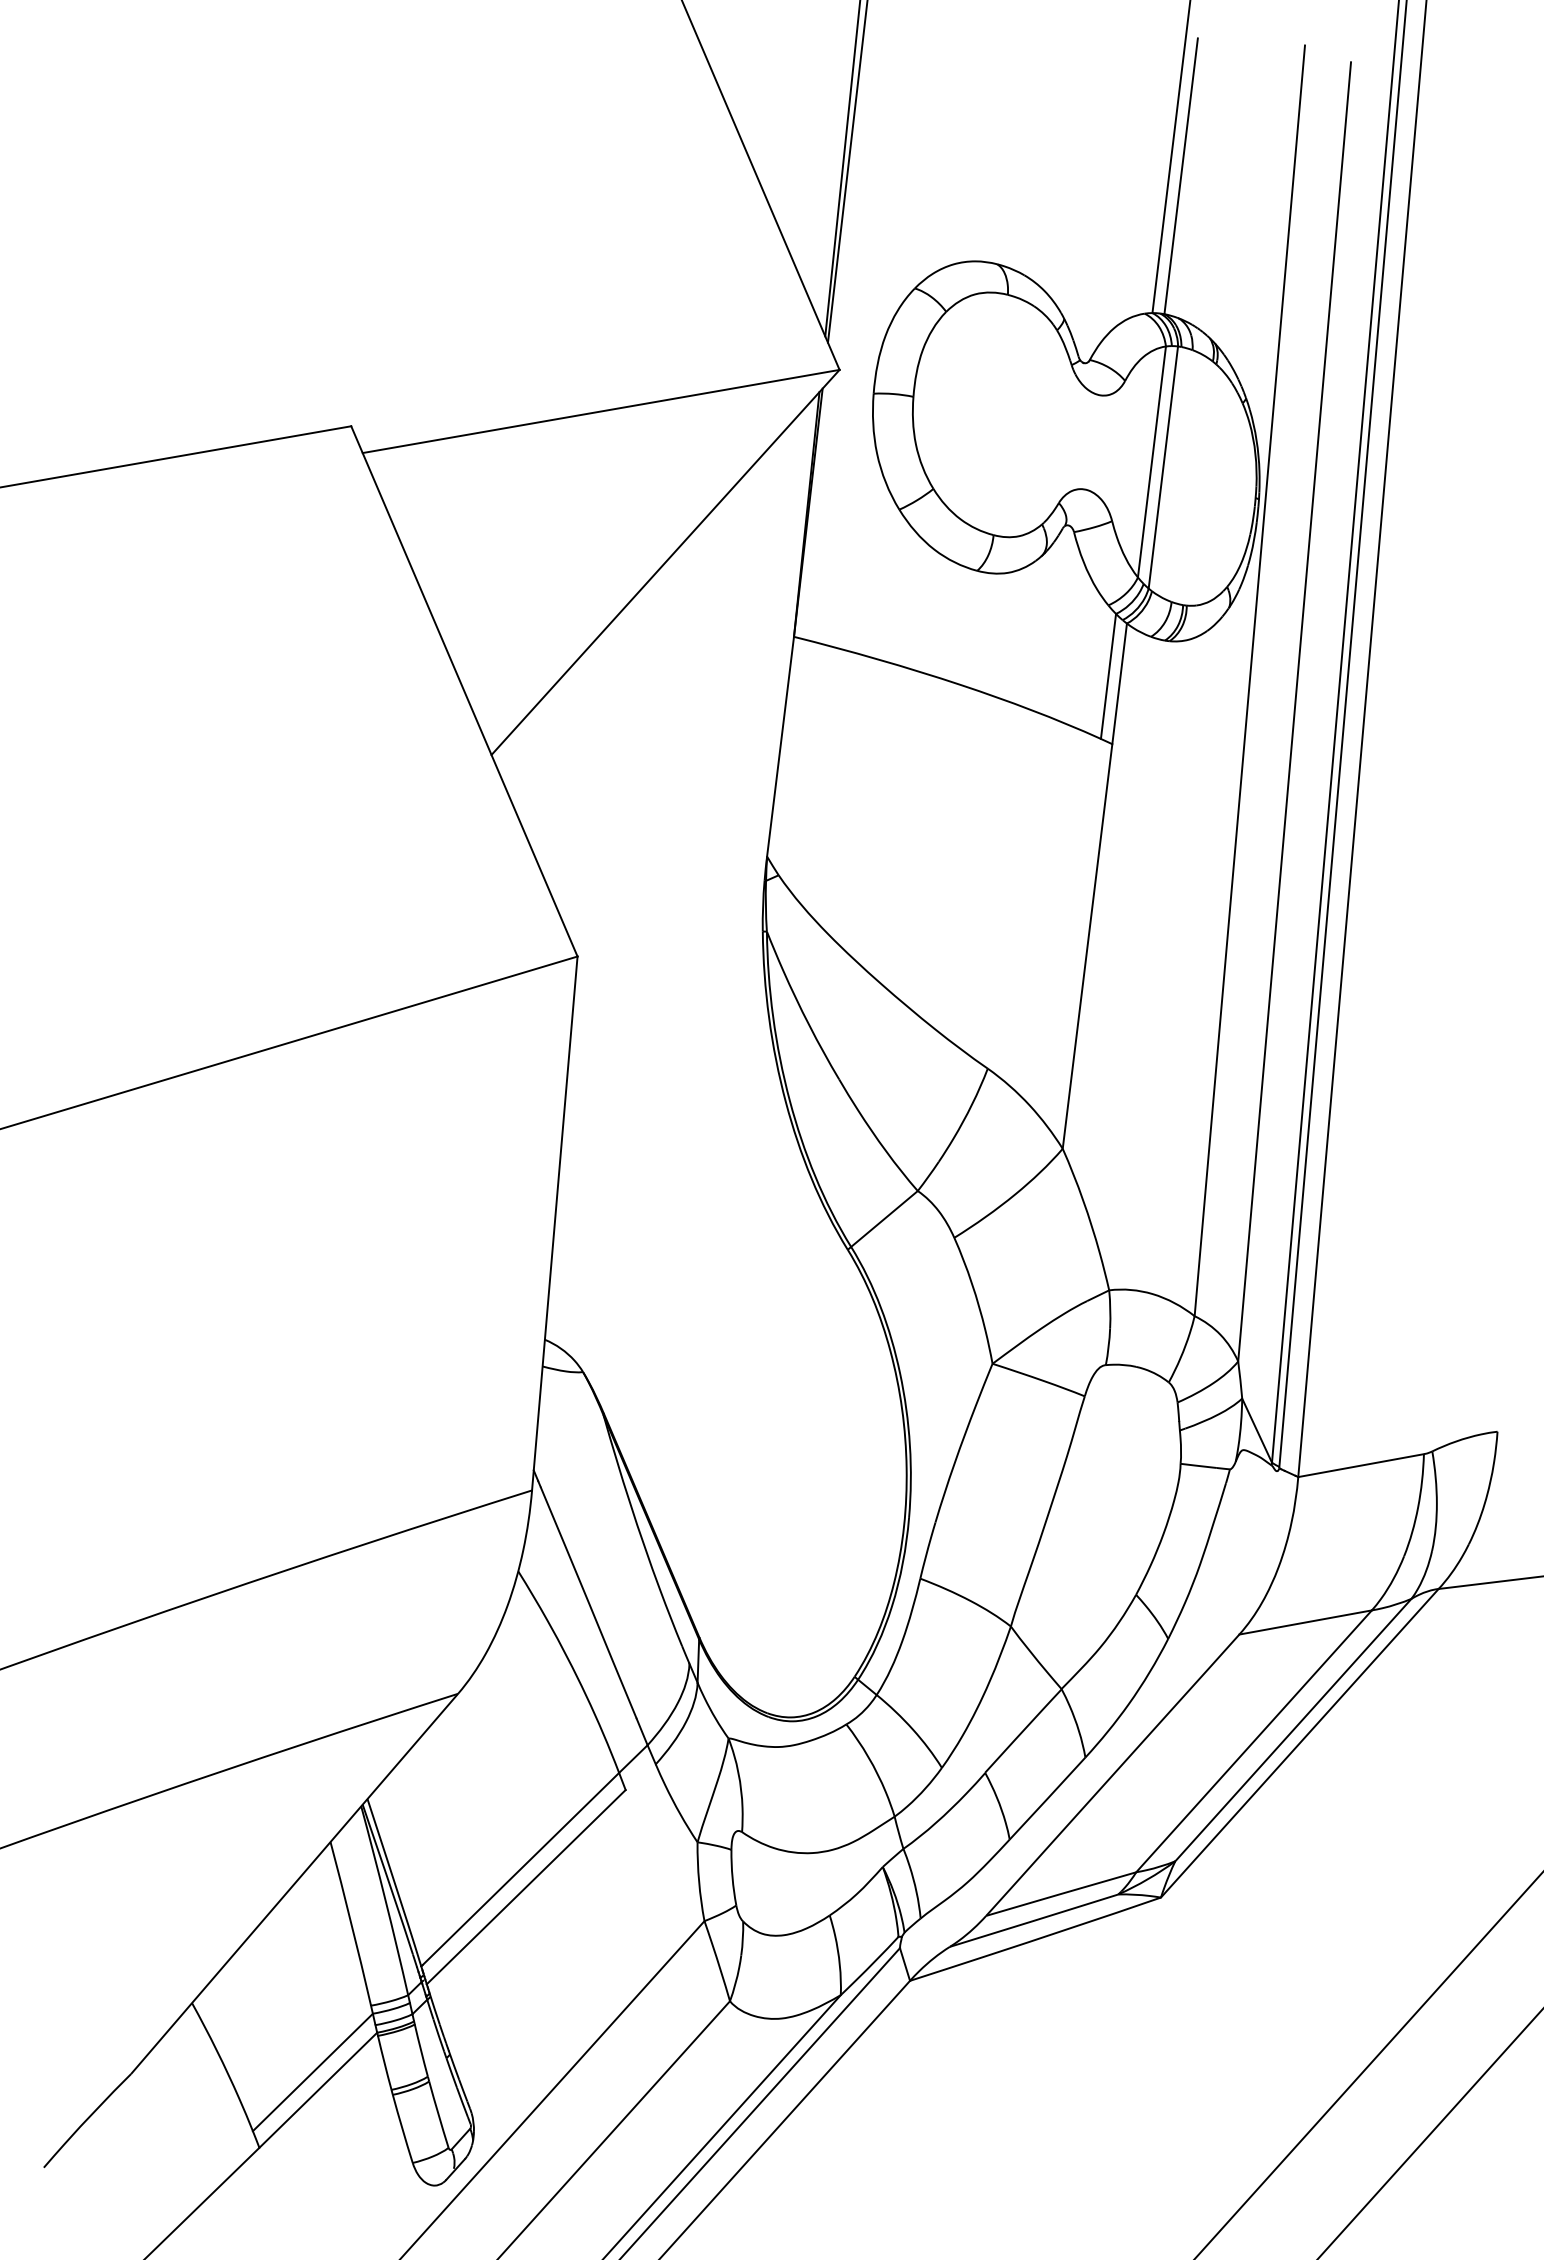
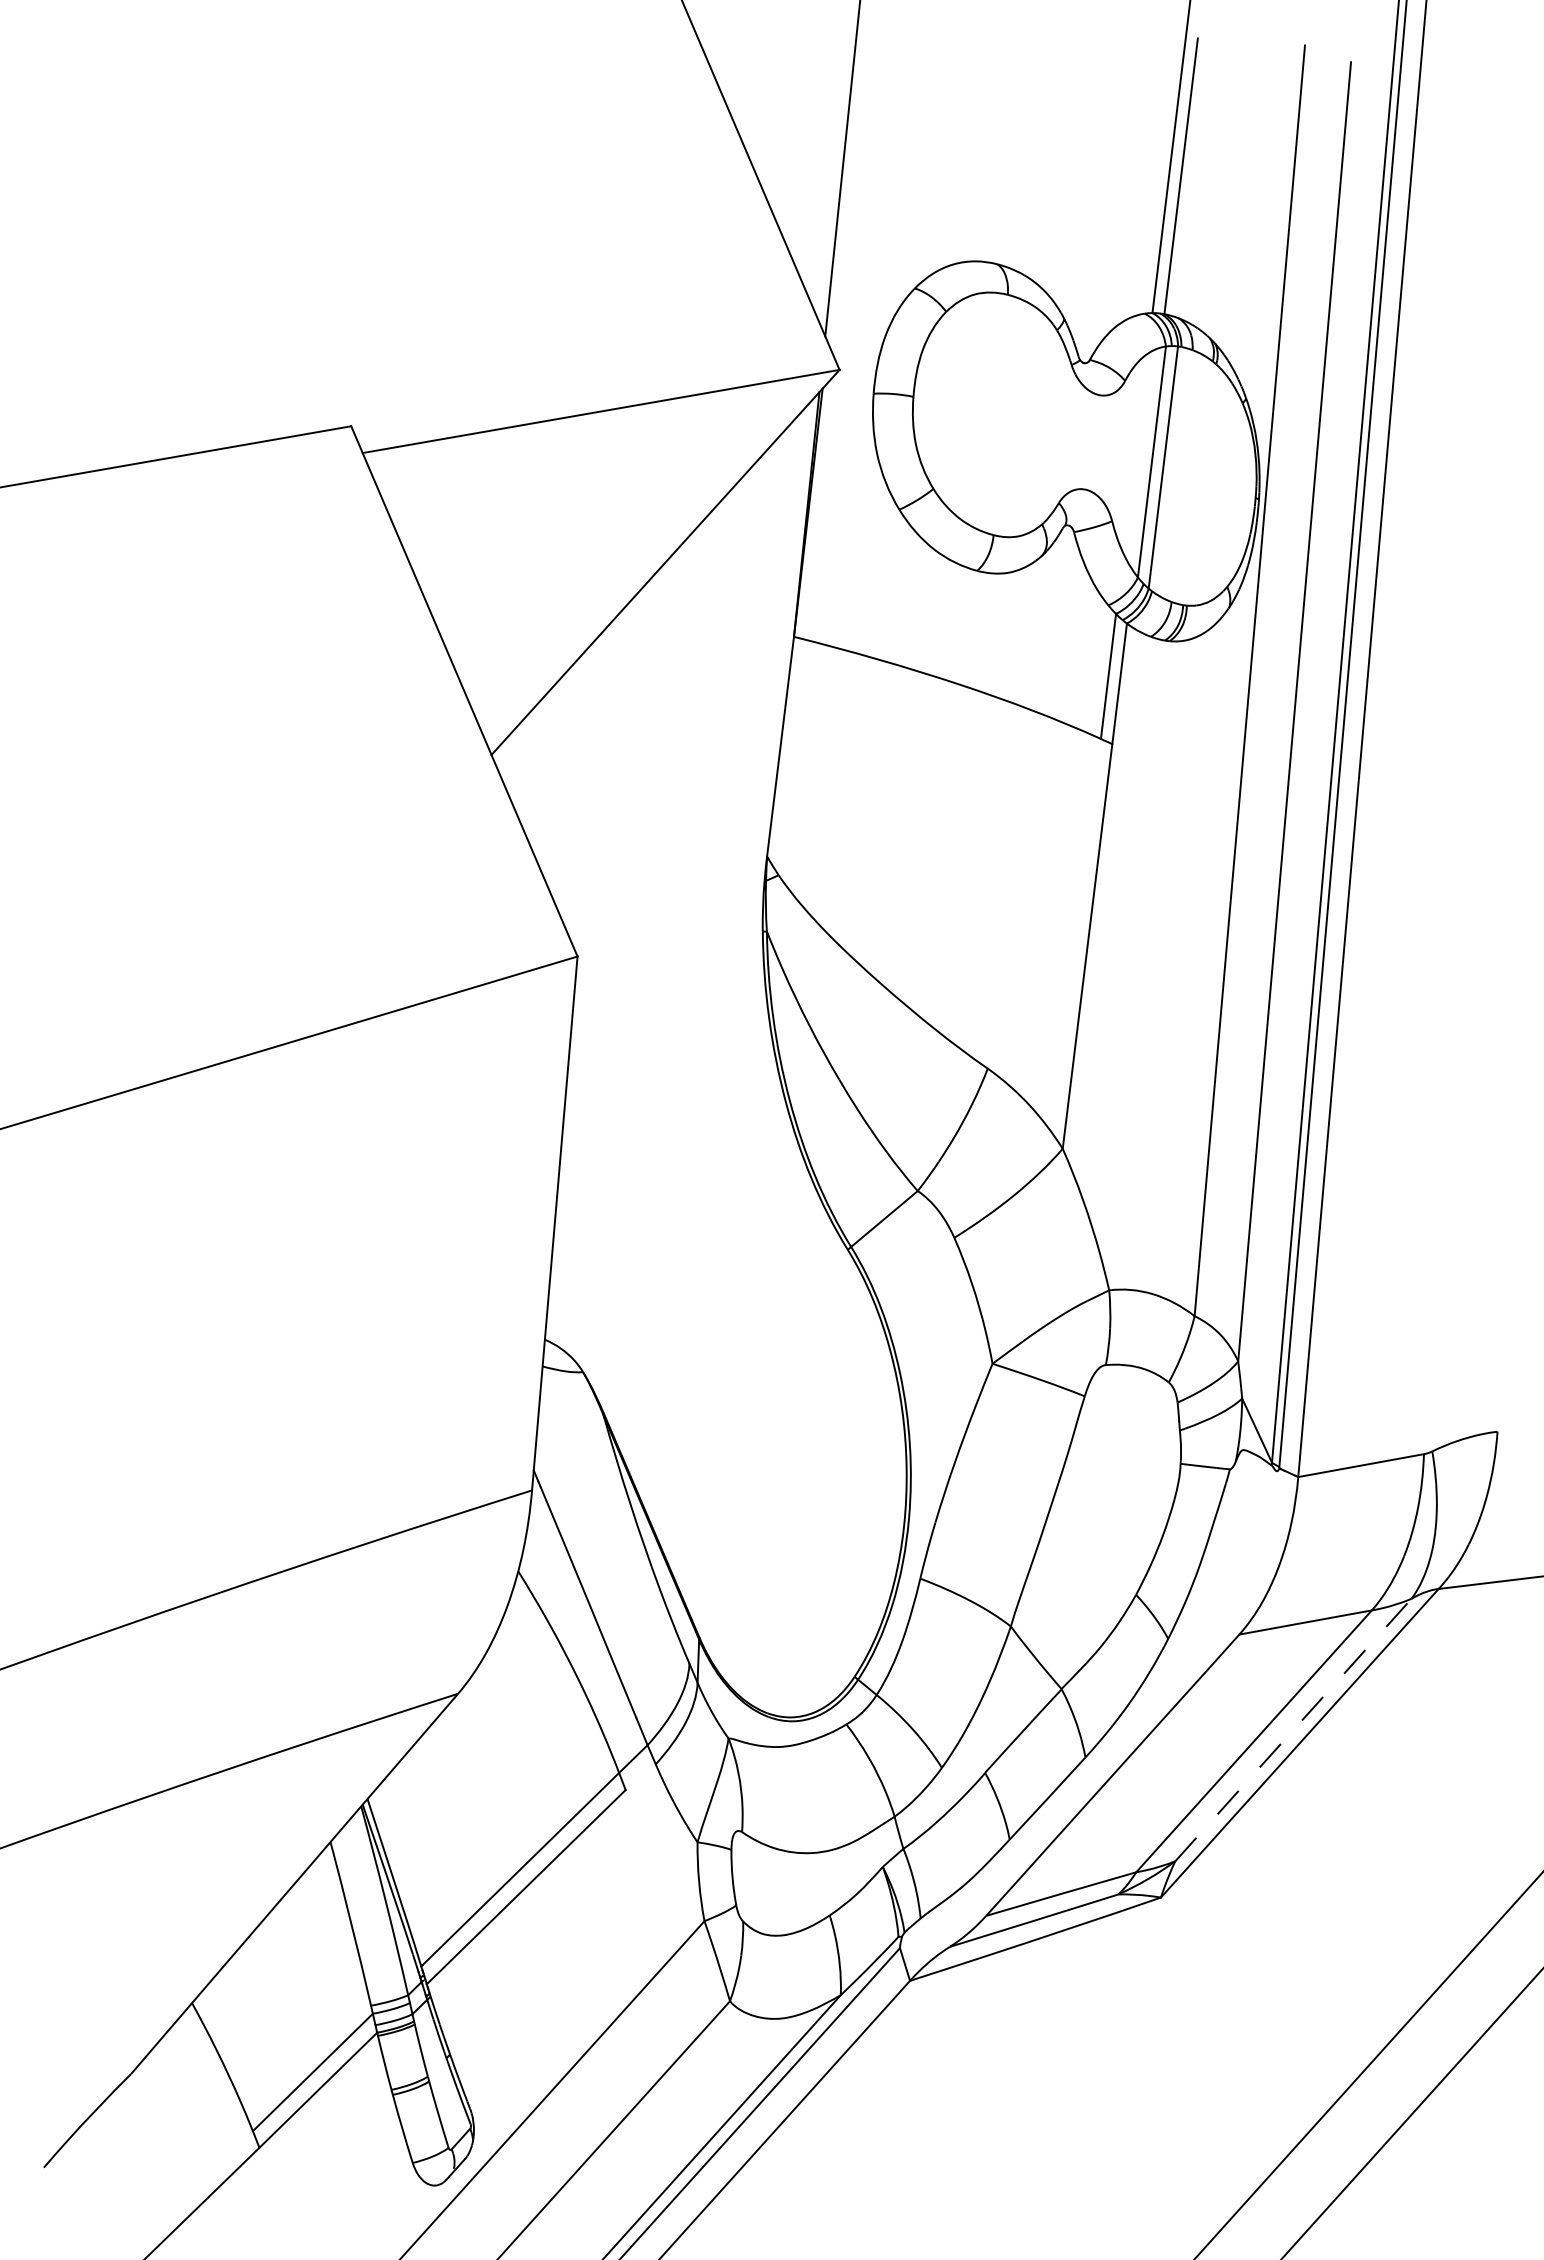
line at (847, 172): present -> none
line at (1293, 1730): solid -> dashed
line at (1430, 2133) position: (1430, 2133) -> (1411, 2113)
